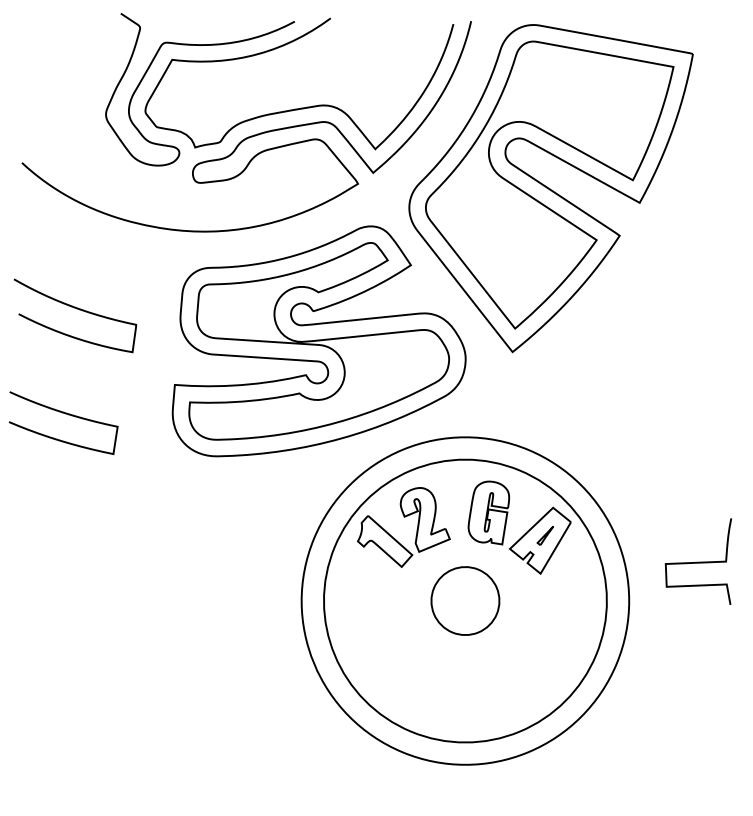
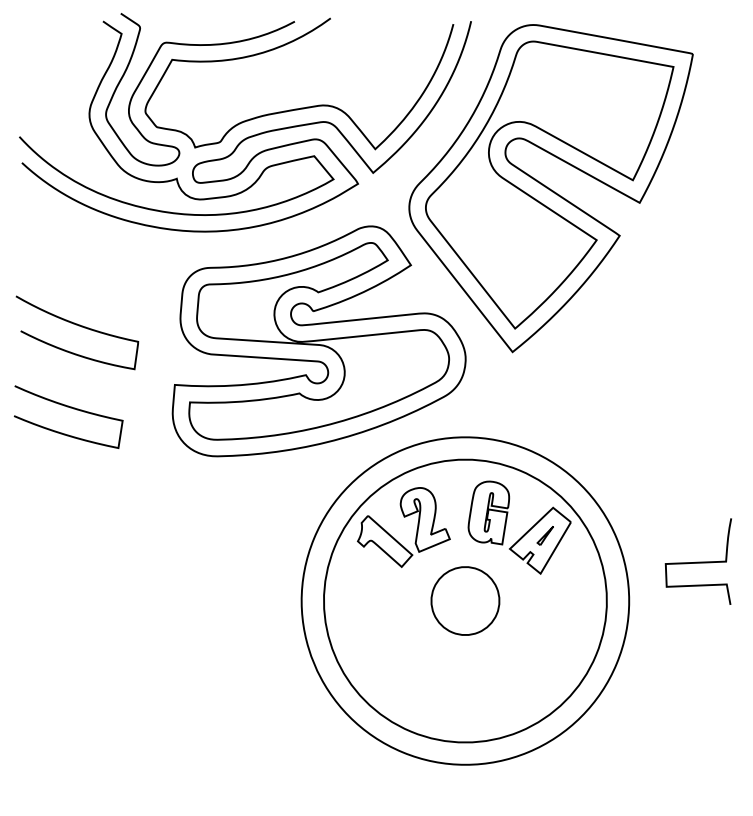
curve at (176, 177): none -> present
curve at (76, 309) position: (76, 309) -> (78, 326)
curve at (65, 414) position: (65, 414) -> (70, 408)
